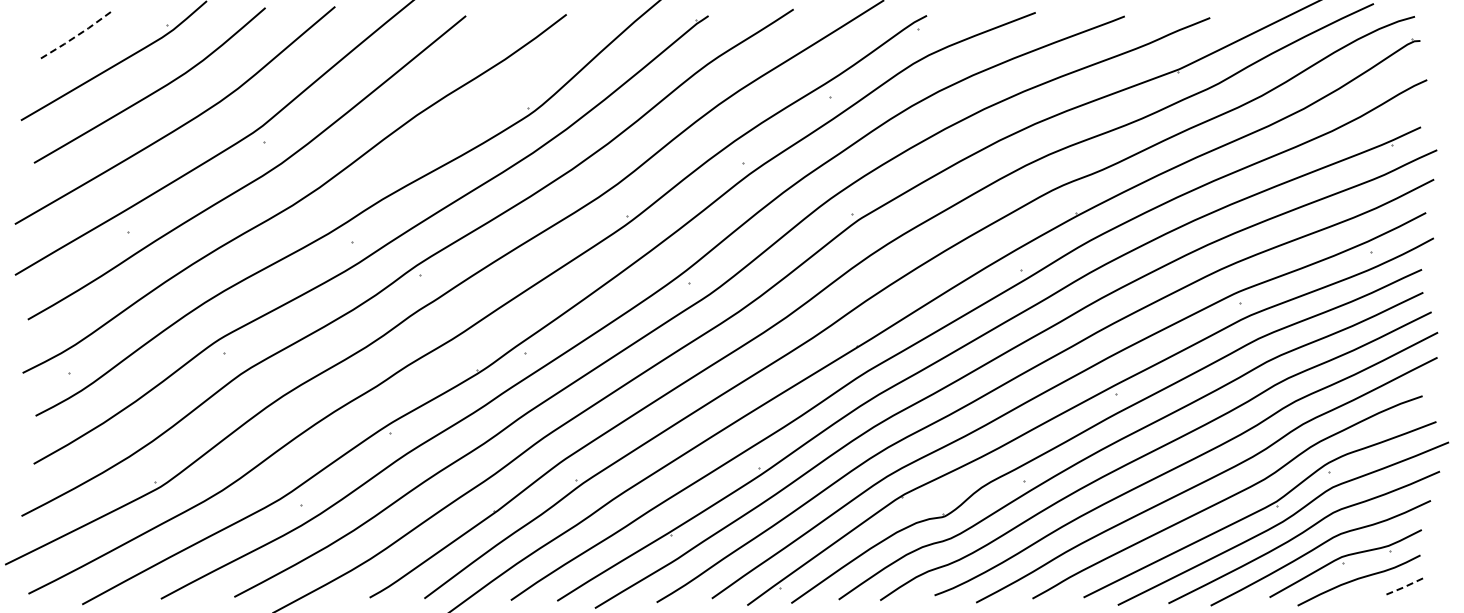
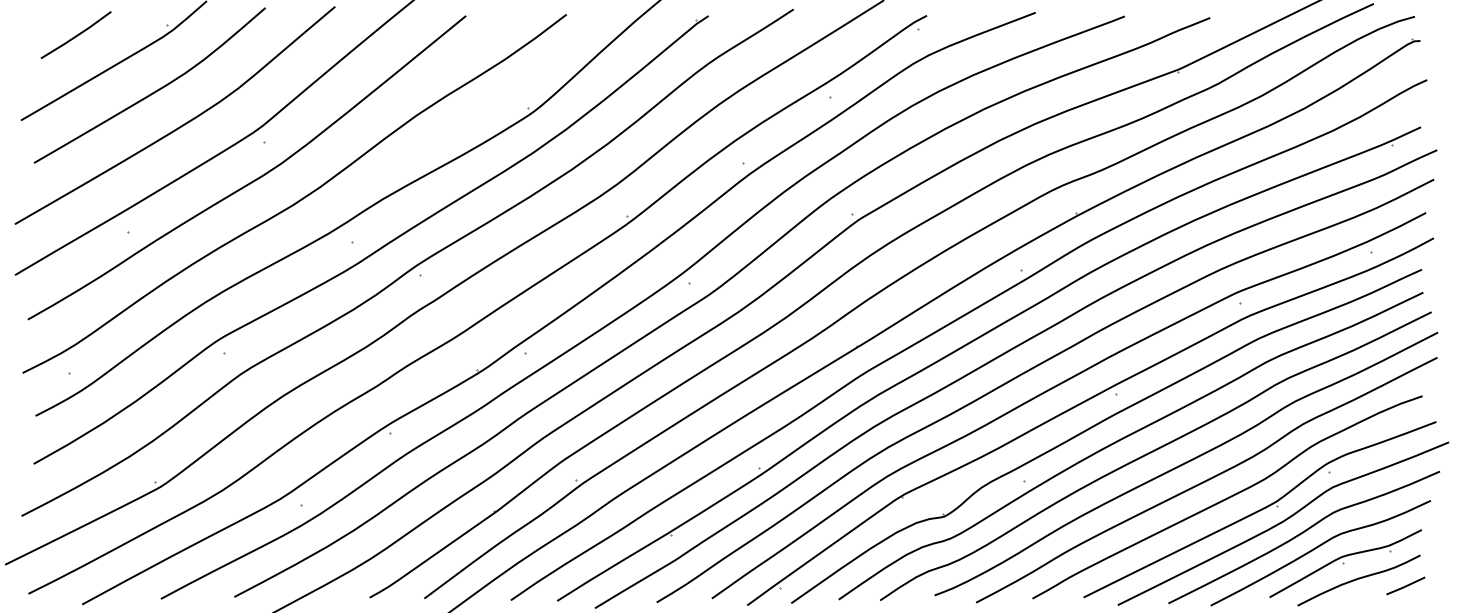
line at (77, 35): dashed -> solid
line at (1405, 586): dashed -> solid
